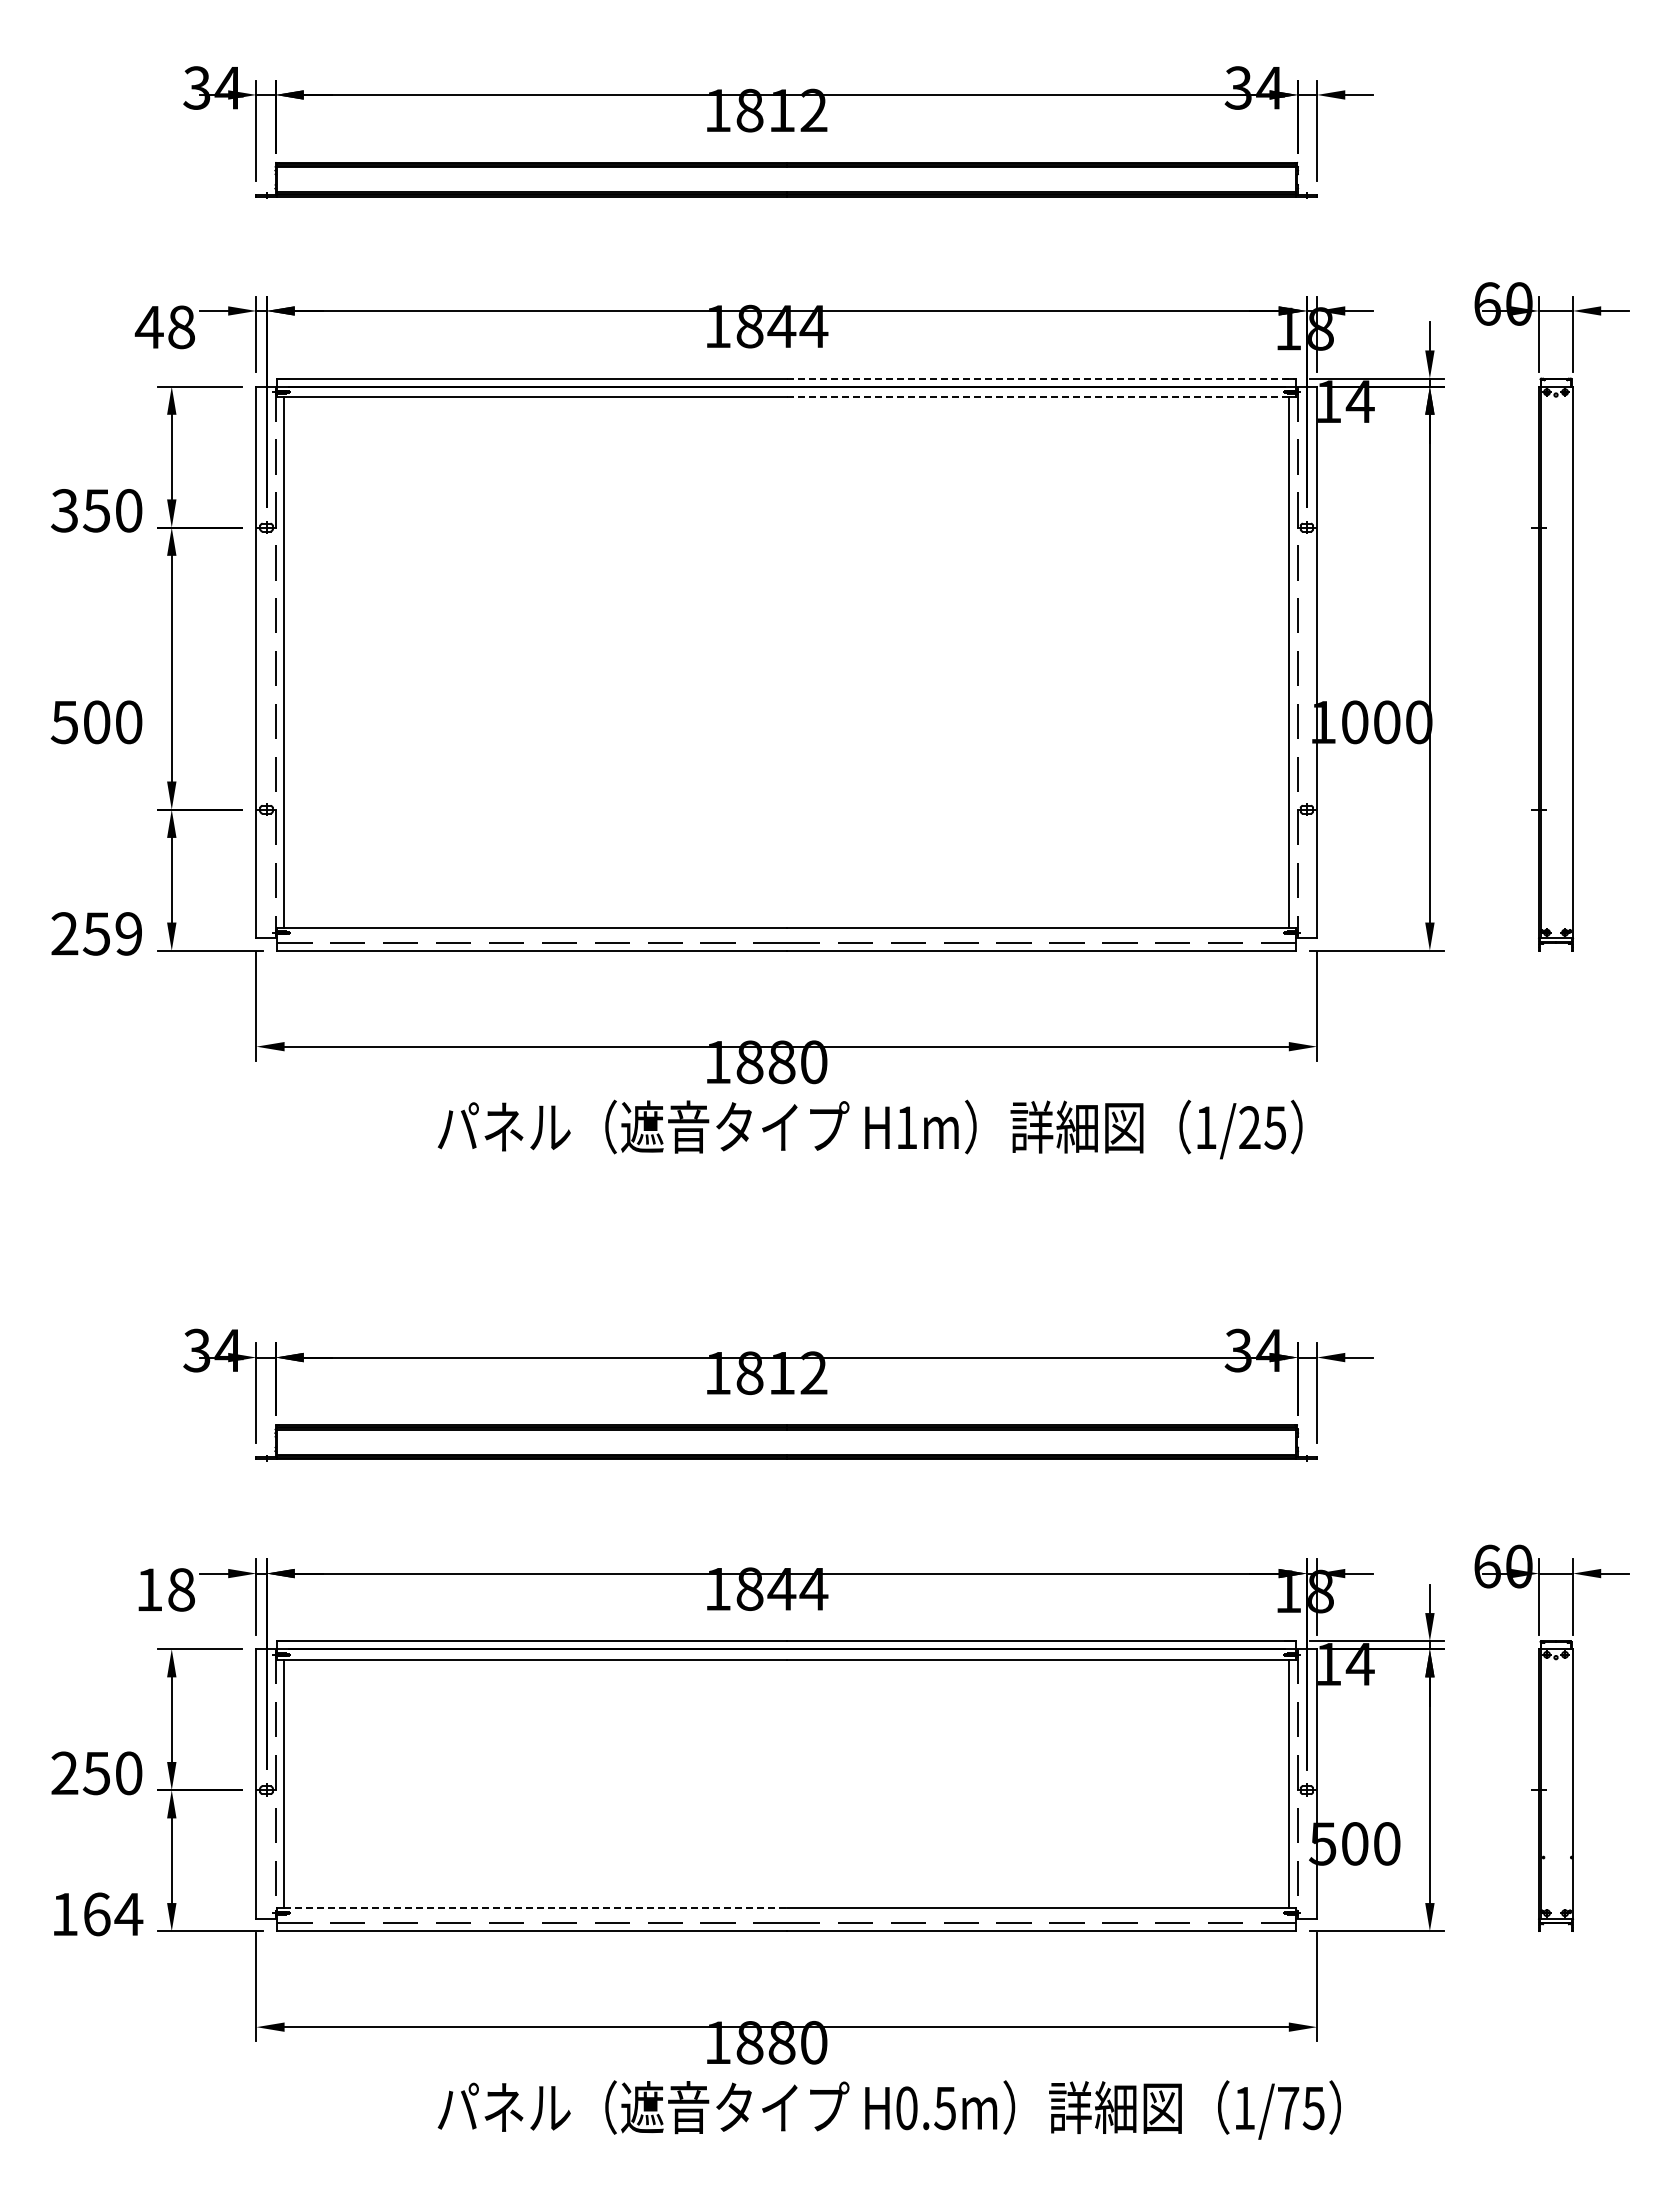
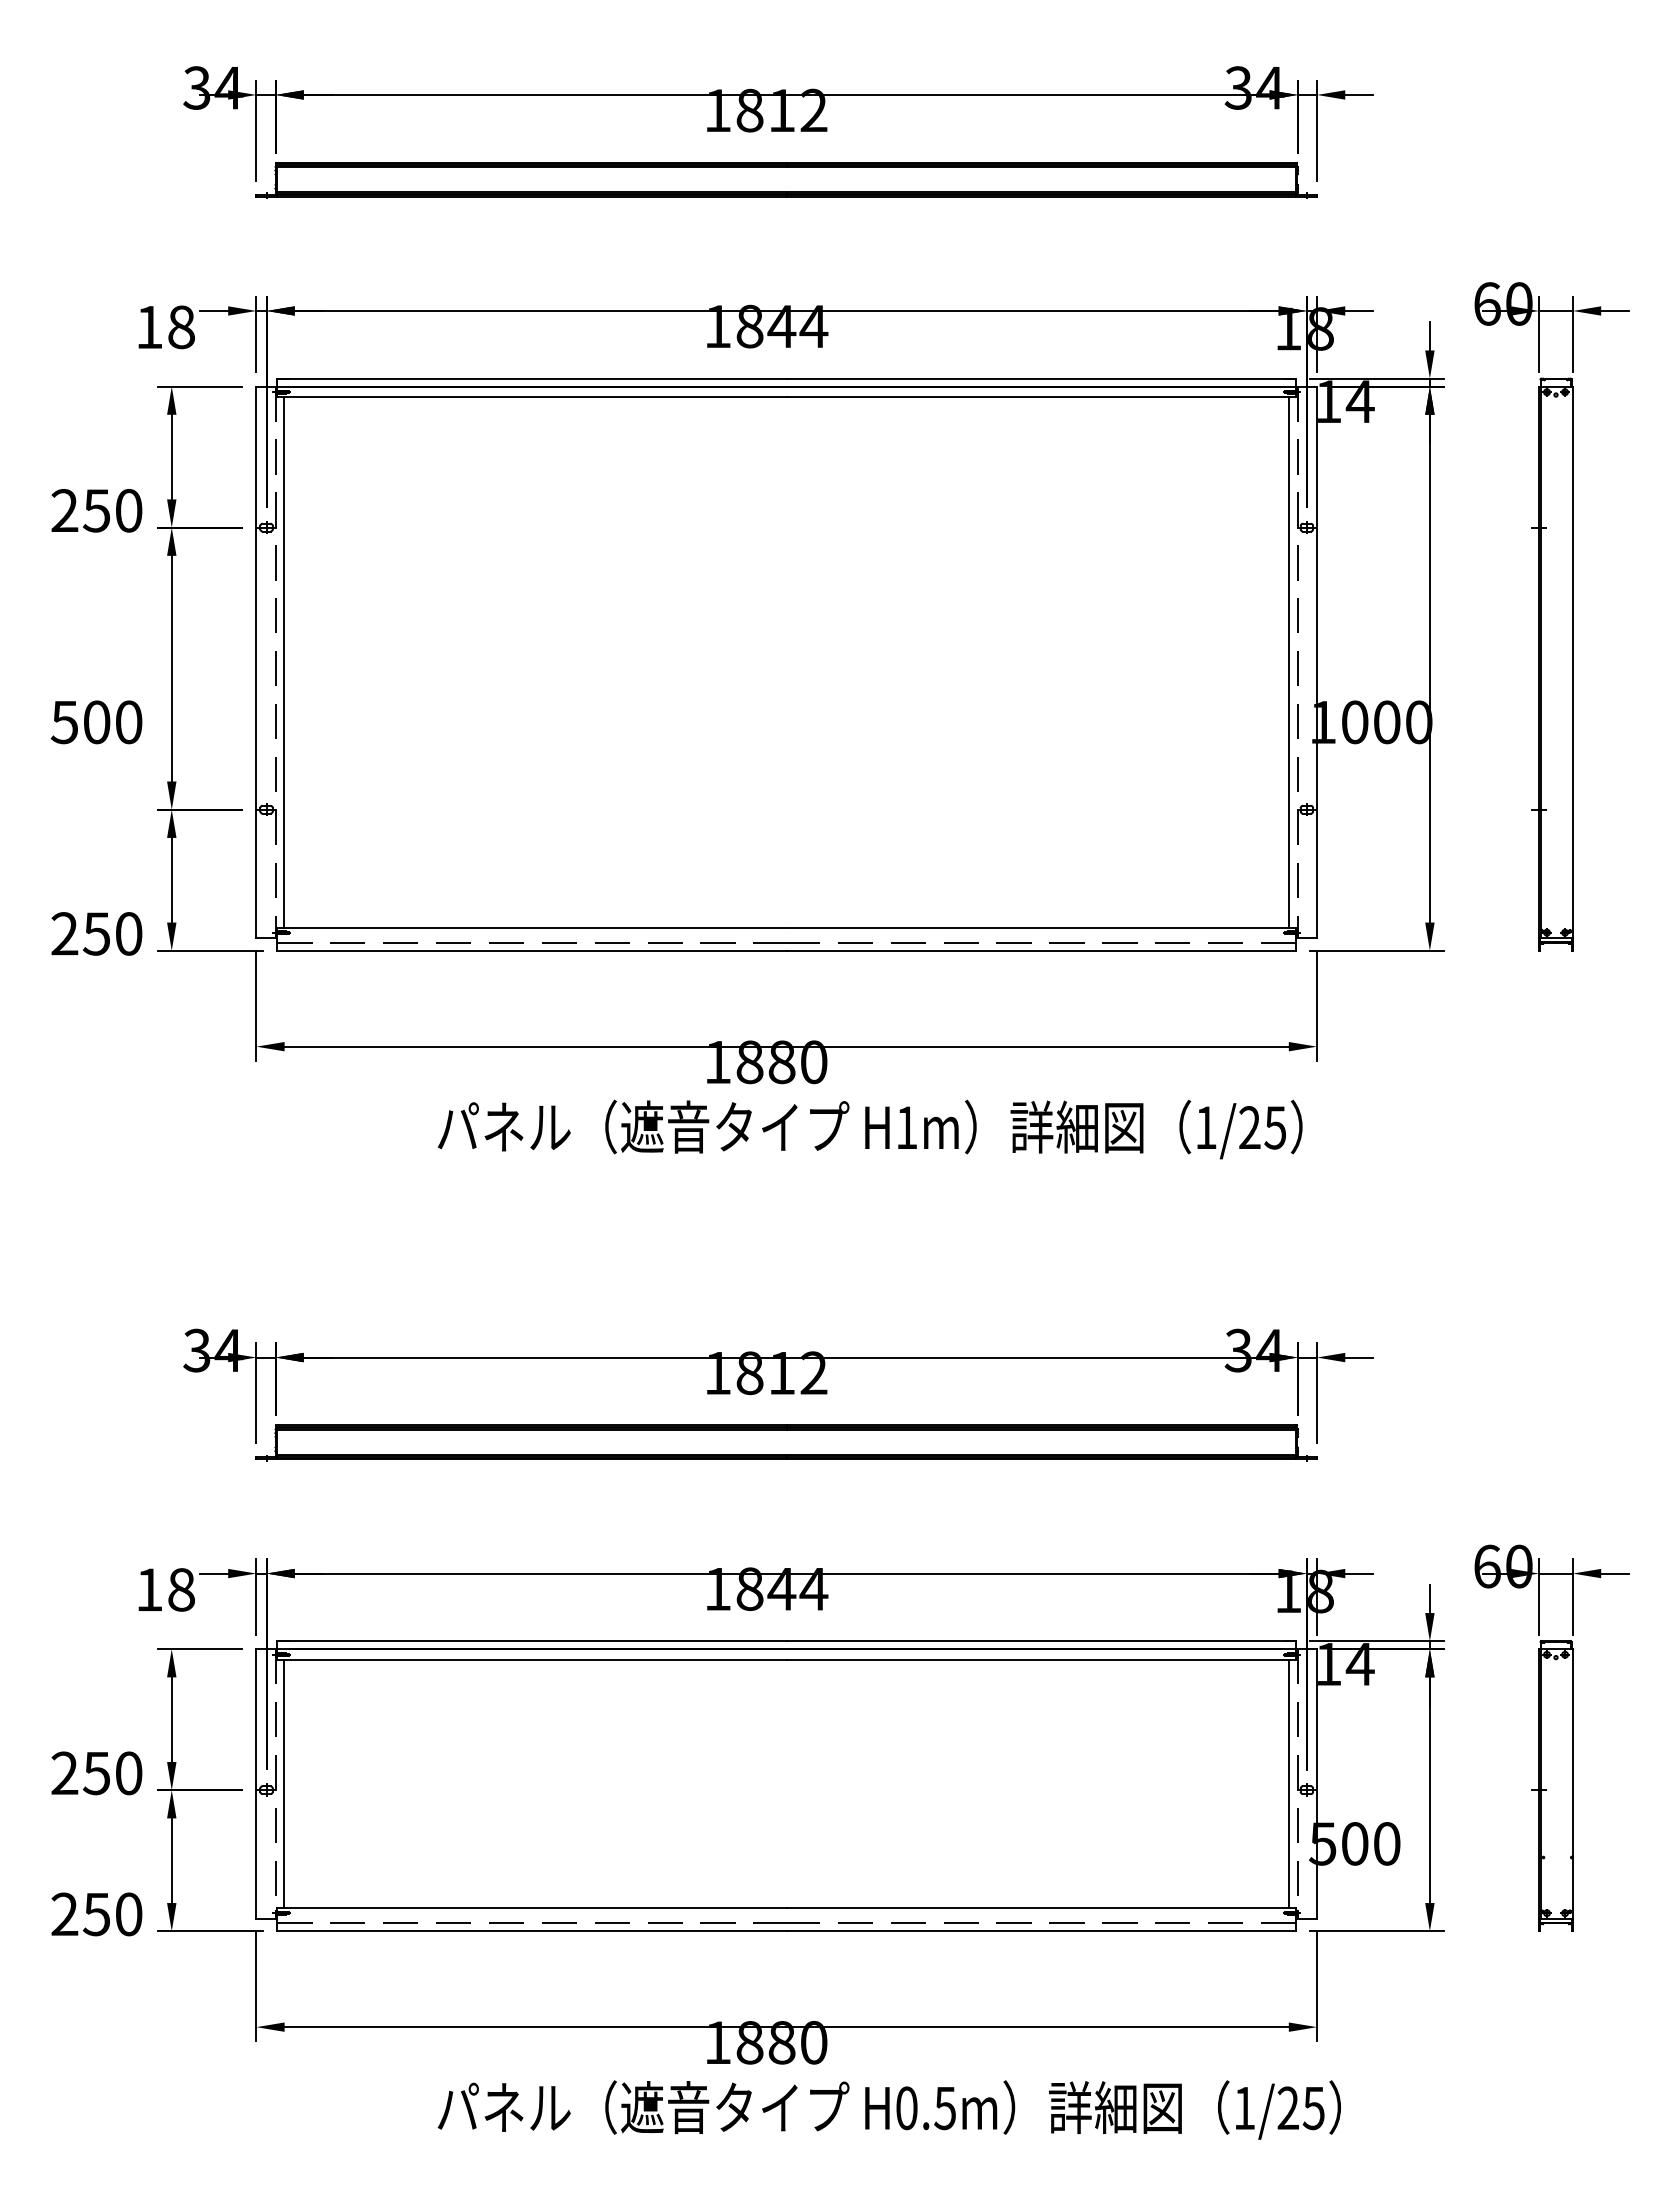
text at (148, 327): 48 -> 18
line at (1041, 378): dashed -> solid
line at (1037, 397): dashed -> solid
text at (64, 510): 350 -> 250
text at (128, 933): 259 -> 250
line at (535, 1908): dashed -> solid
text at (97, 1914): 164 -> 250
text at (1288, 2107): 1/75 -> 1/25
